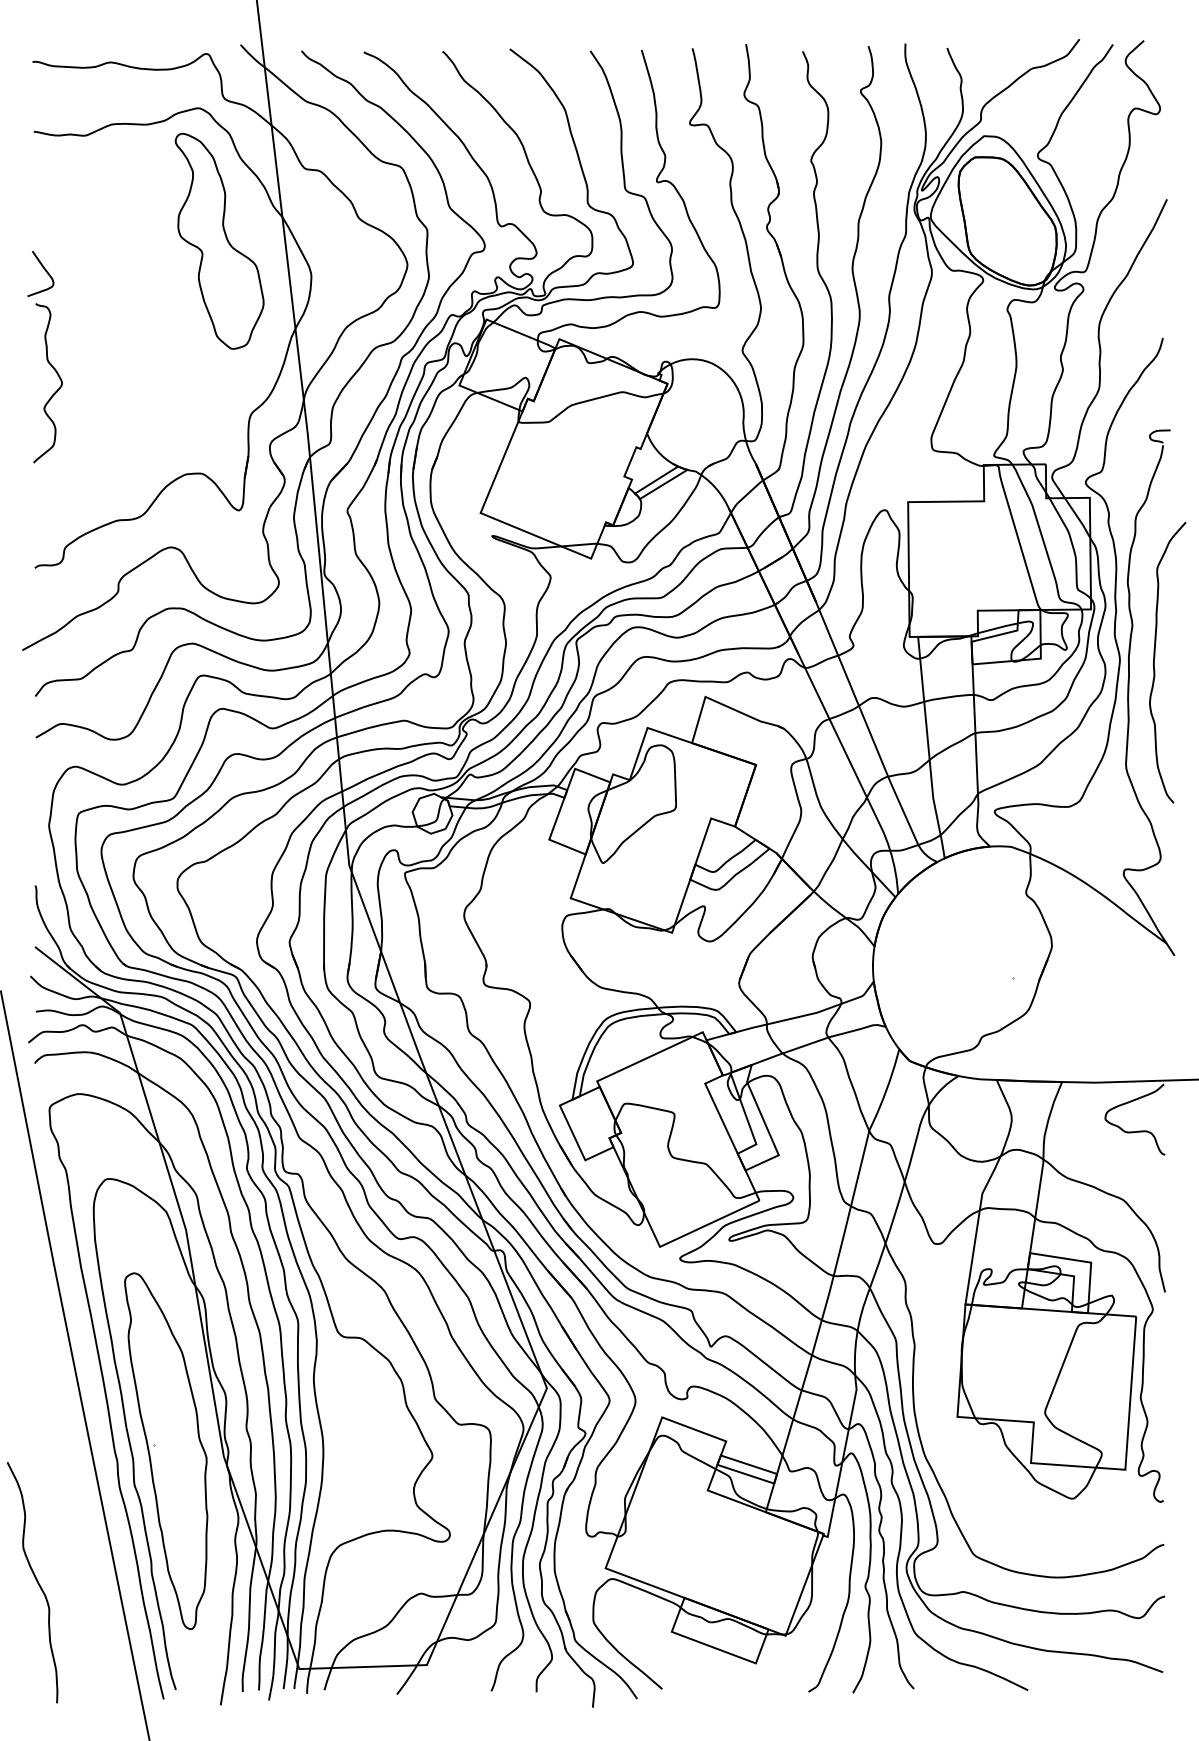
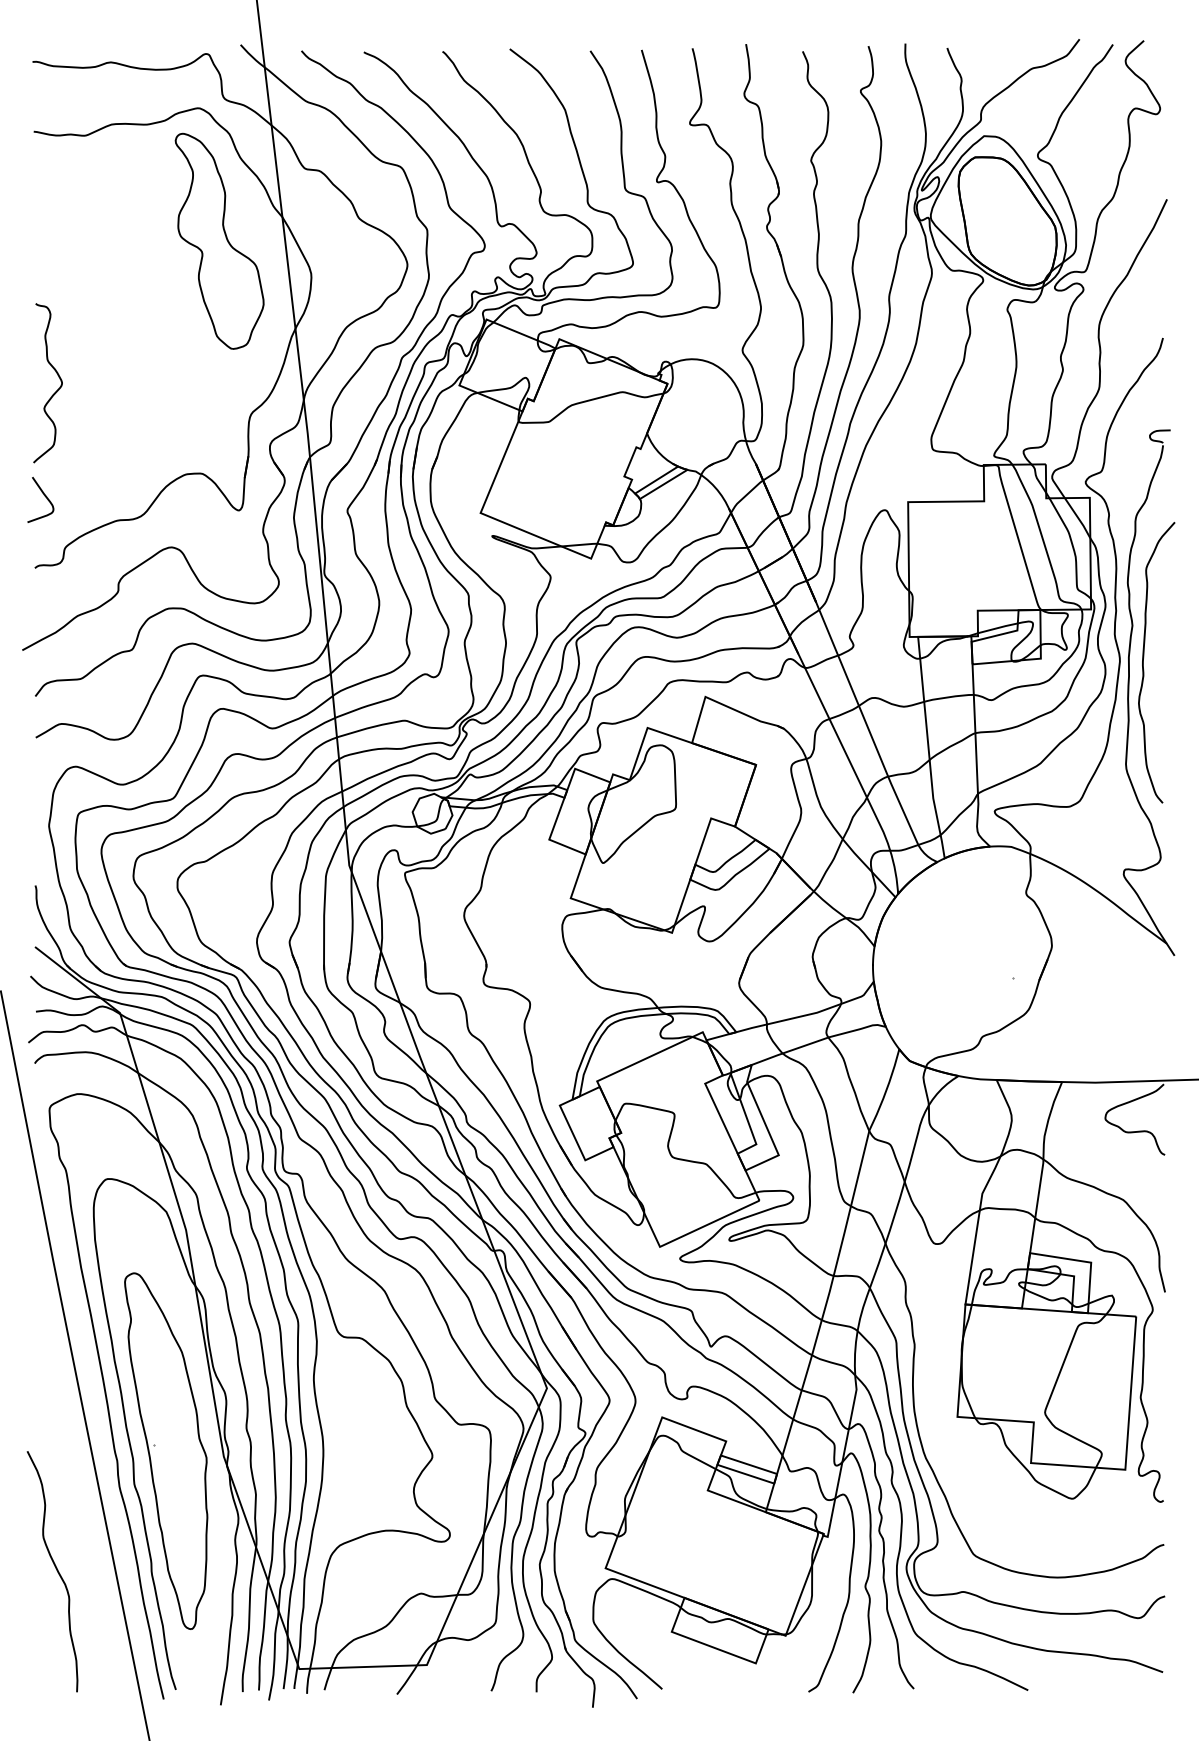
curve at (44, 270) position: (44, 270) -> (44, 496)
curve at (1155, 657) position: (1155, 657) -> (1144, 657)
curve at (36, 1581) position: (36, 1581) -> (56, 1570)
